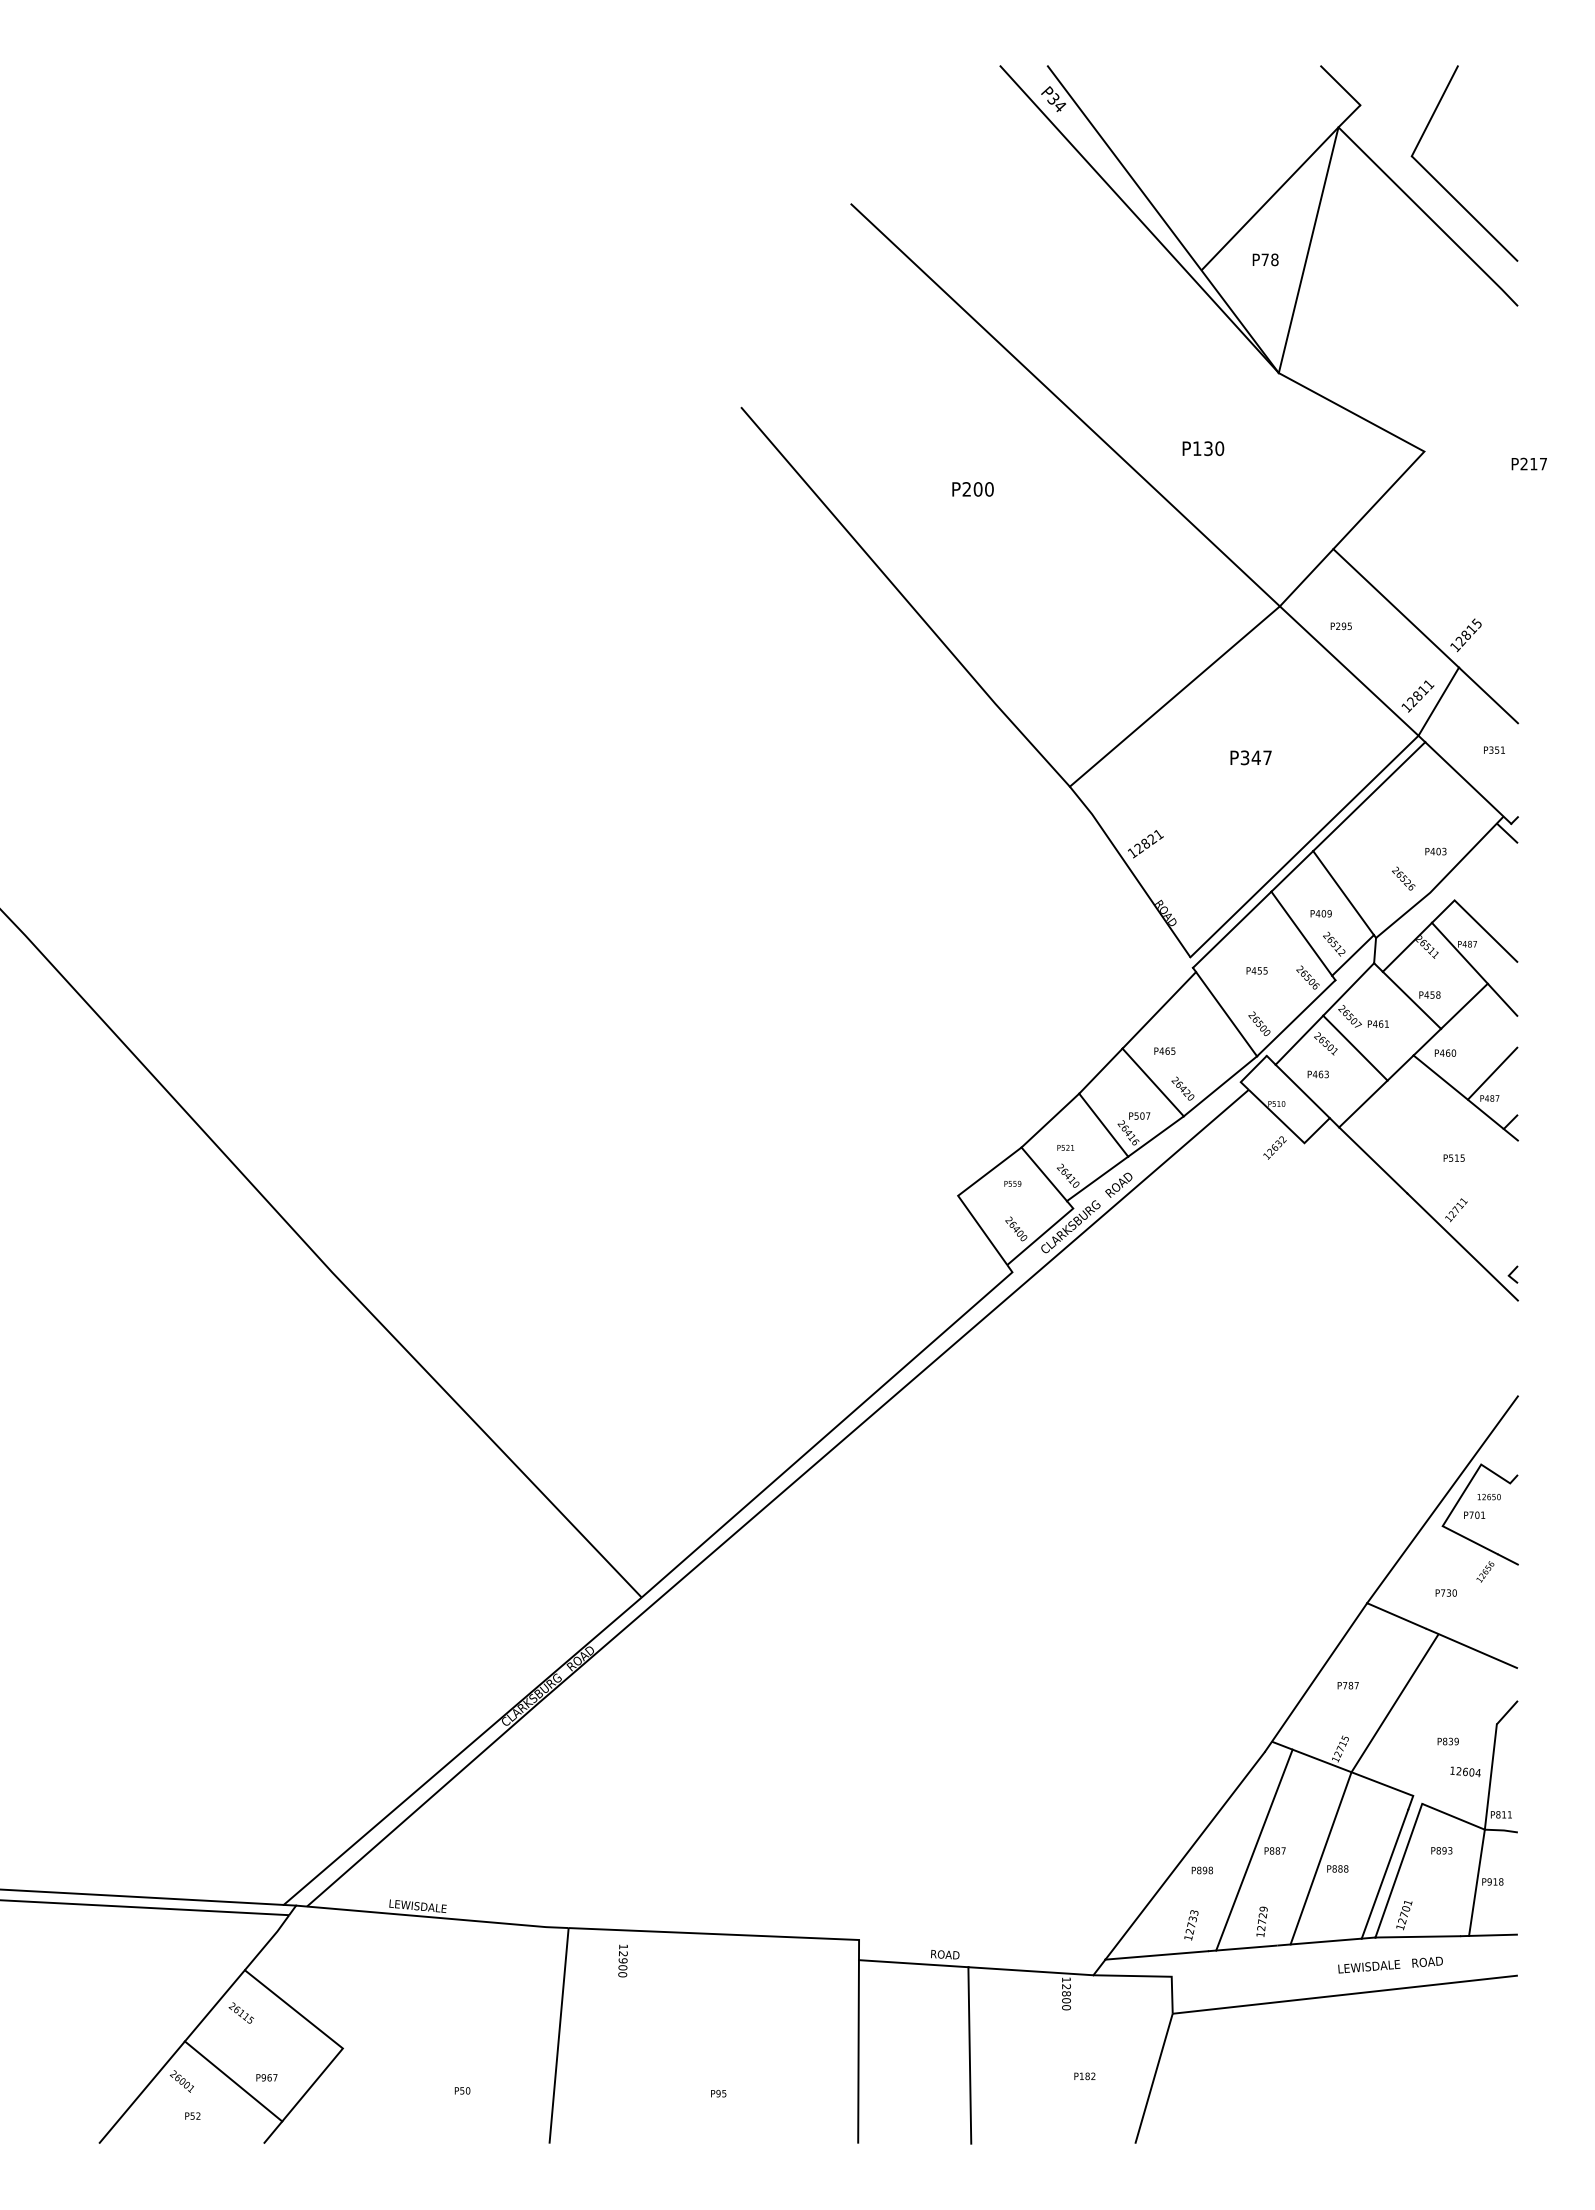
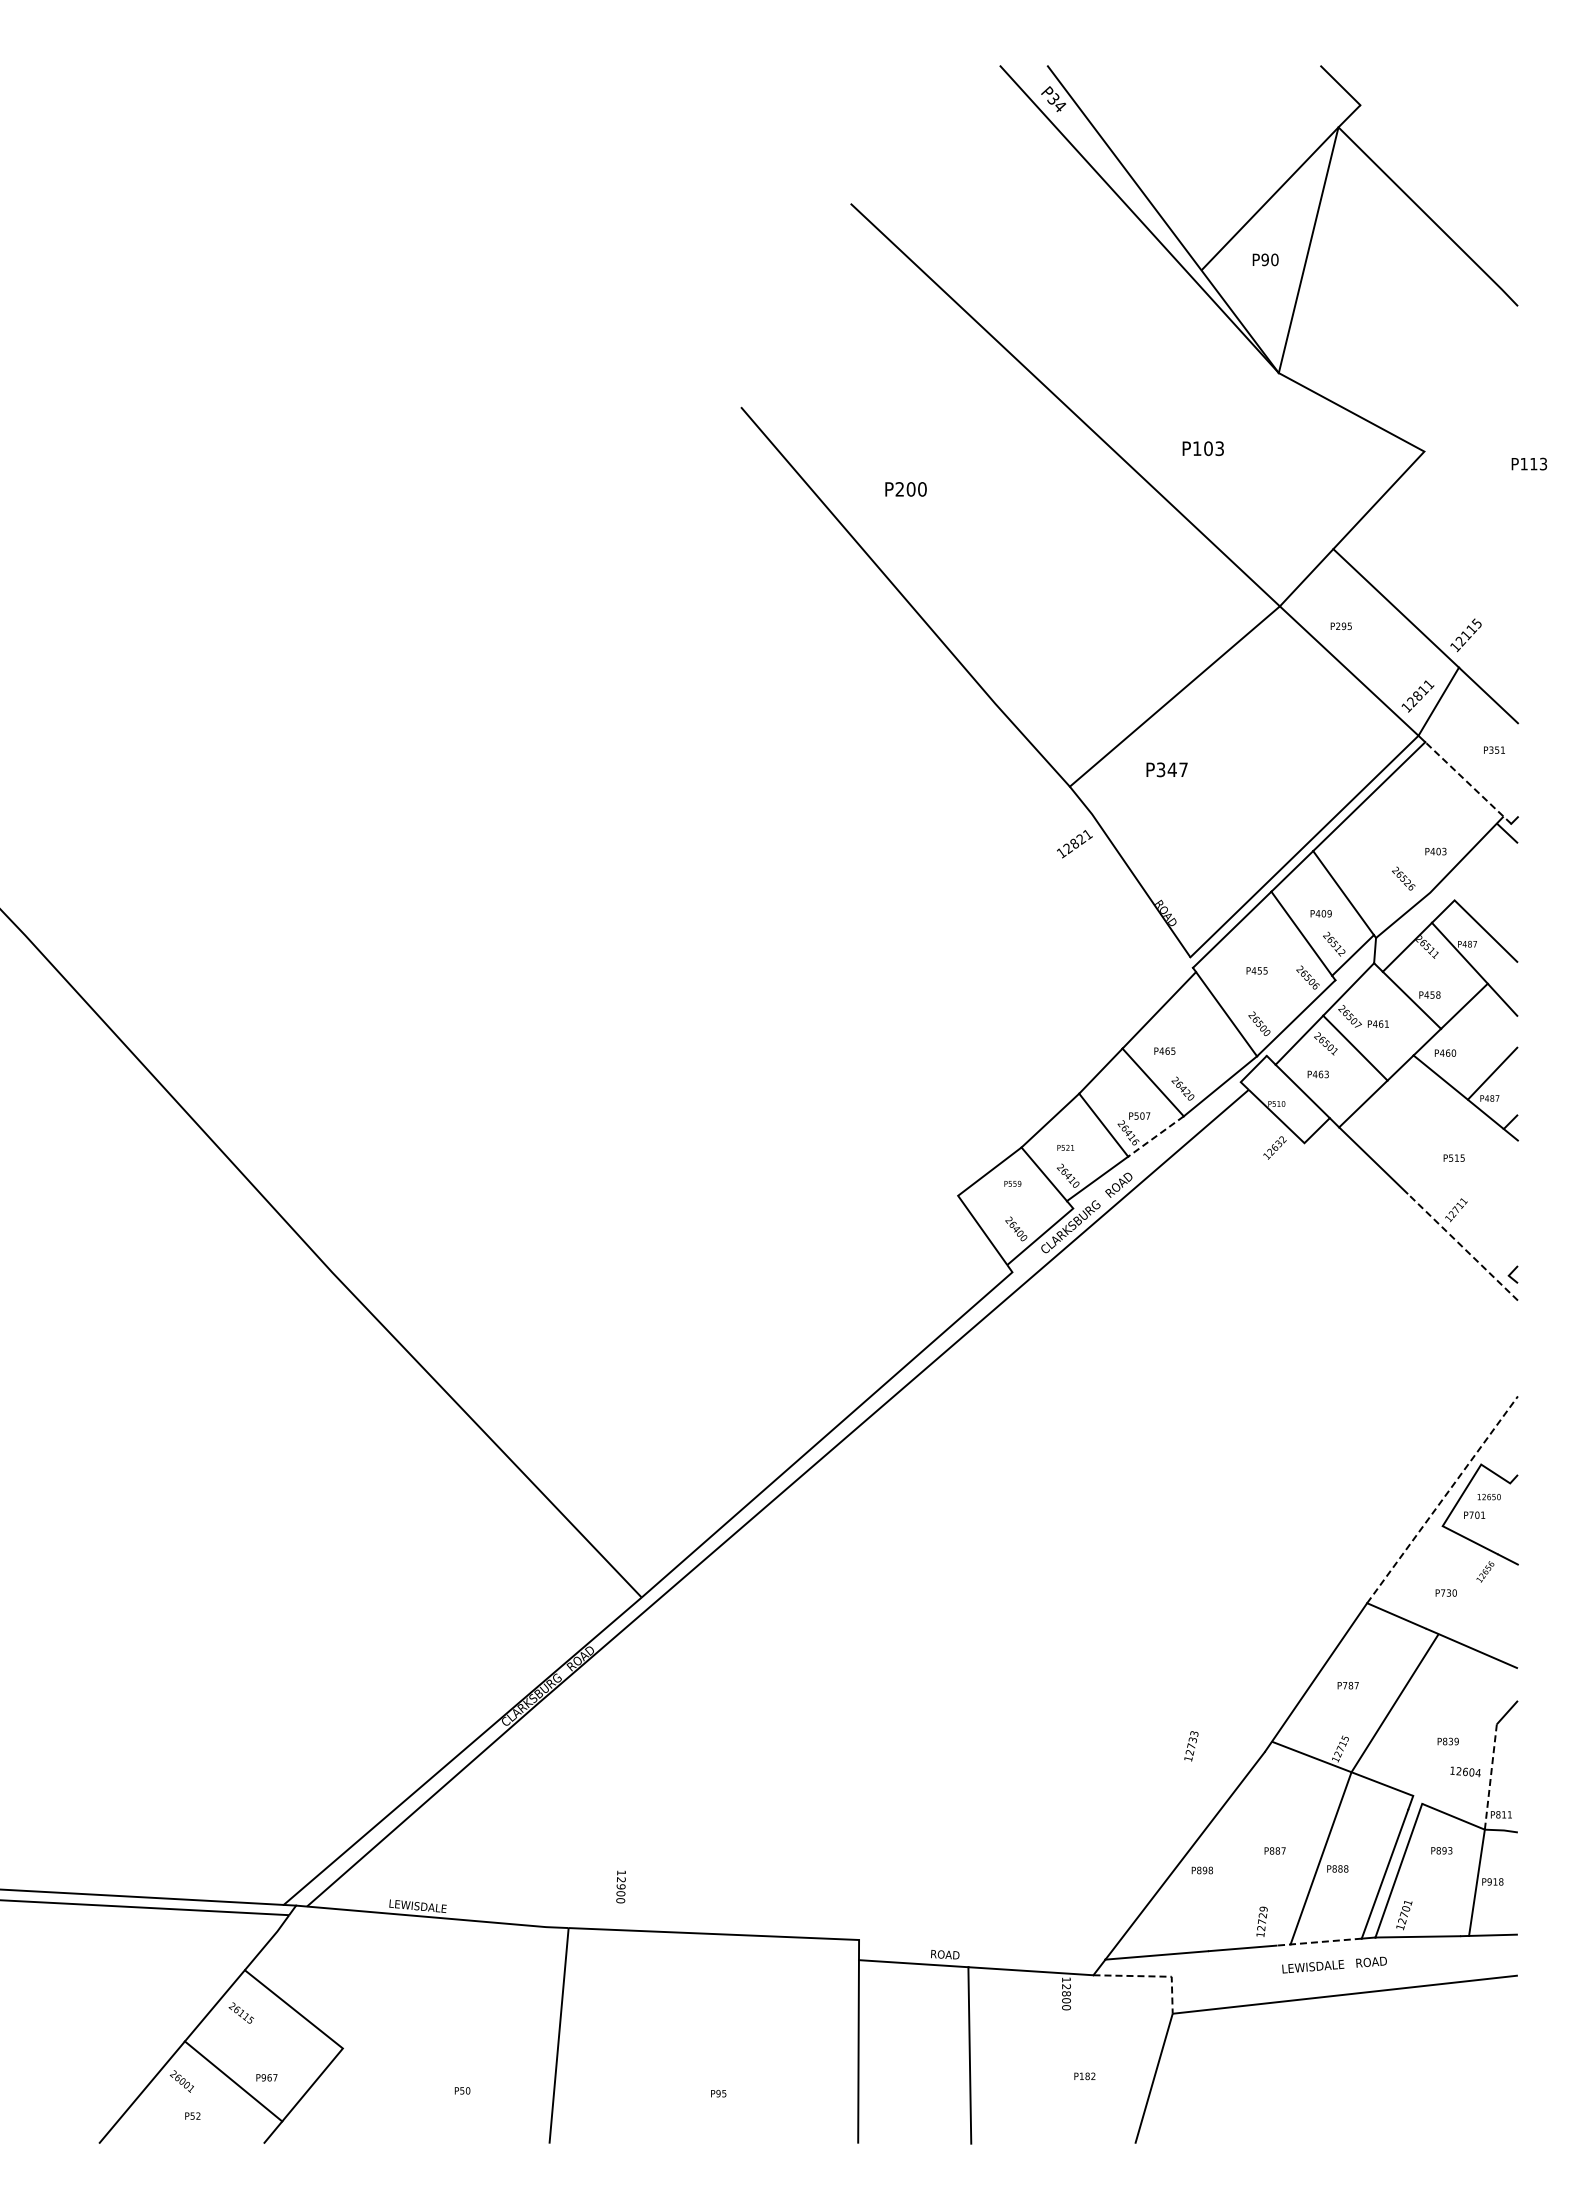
part at (1442, 185): present -> none
text at (1269, 259): P78 -> P90
text at (1214, 448): P130 -> P103
text at (1533, 463): P217 -> P113
text at (972, 489) position: (972, 489) -> (905, 489)
text at (1466, 635): 12815 -> 12115
text at (1250, 757) position: (1250, 757) -> (1166, 769)
line at (1467, 782): solid -> dashed
text at (1145, 844) position: (1145, 844) -> (1074, 844)
line at (1155, 1136): solid -> dashed
line at (1462, 1247): solid -> dashed
line at (1442, 1499): solid -> dashed
line at (1490, 1777): solid -> dashed
line at (1254, 1849): present -> none
text at (1191, 1925) position: (1191, 1925) -> (1191, 1746)
line at (1318, 1942): solid -> dashed
text at (622, 1960) position: (622, 1960) -> (620, 1886)
text at (1390, 1964) position: (1390, 1964) -> (1334, 1964)
line at (1151, 1976): solid -> dashed
